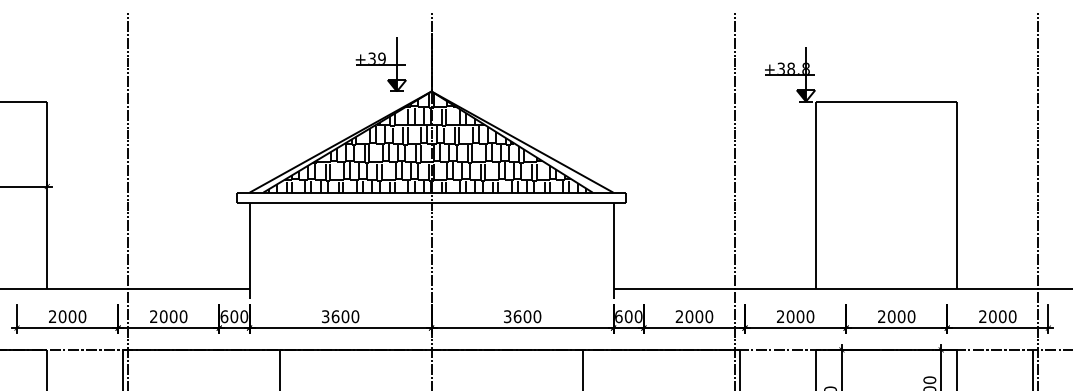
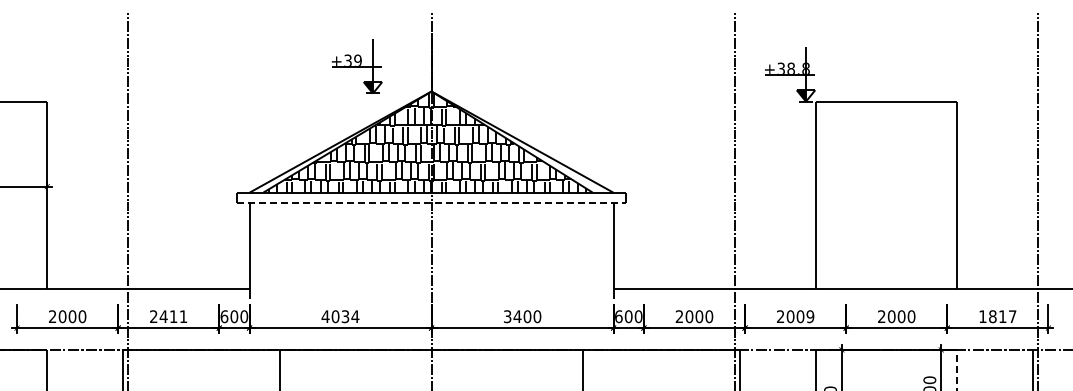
part at (380, 64) position: (380, 64) -> (356, 66)
line at (431, 202): solid -> dashed
text at (173, 316): 2000 -> 2411
text at (340, 316): 3600 -> 4034
text at (517, 316): 3600 -> 3400
text at (810, 316): 2000 -> 2009
text at (997, 316): 2000 -> 1817
line at (957, 369): solid -> dashed
